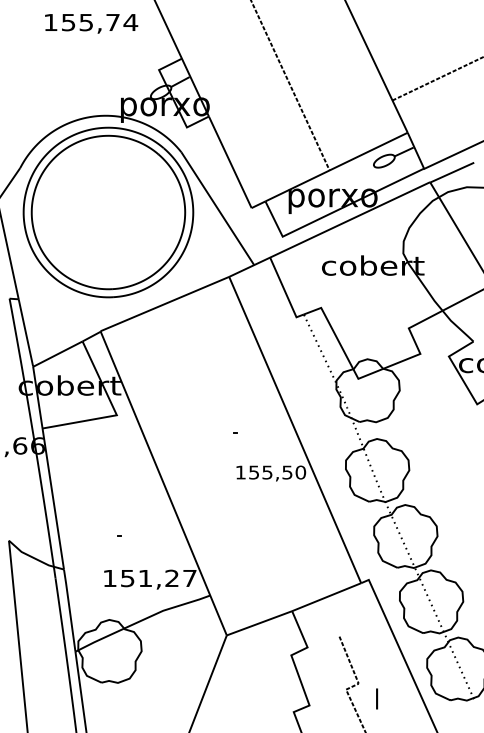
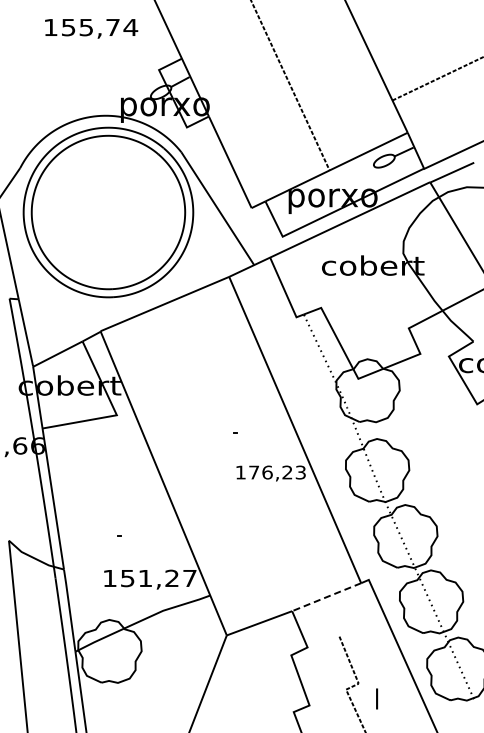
text at (91, 23) position: (91, 23) -> (91, 28)
text at (277, 472): 155,50 -> 176,23
line at (326, 597): solid -> dashed
